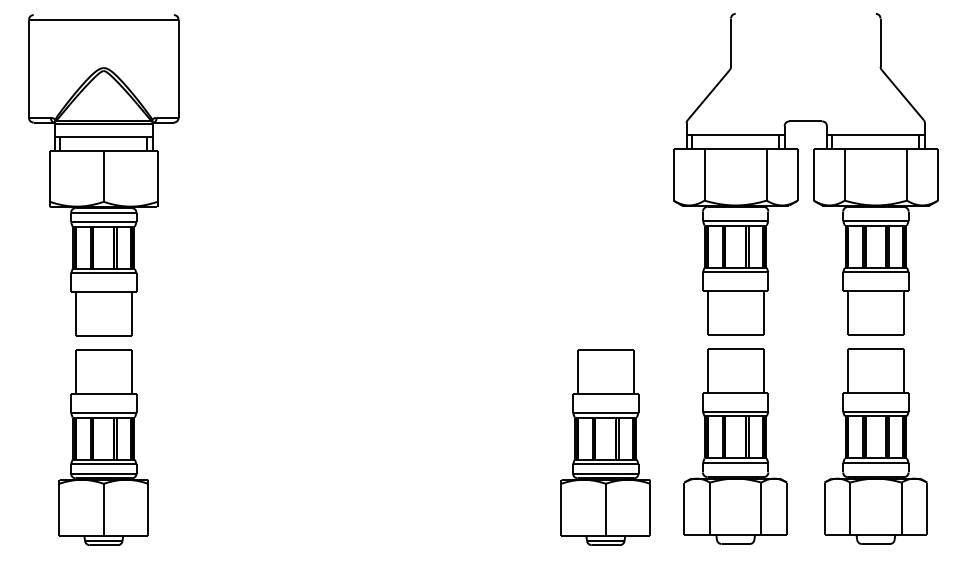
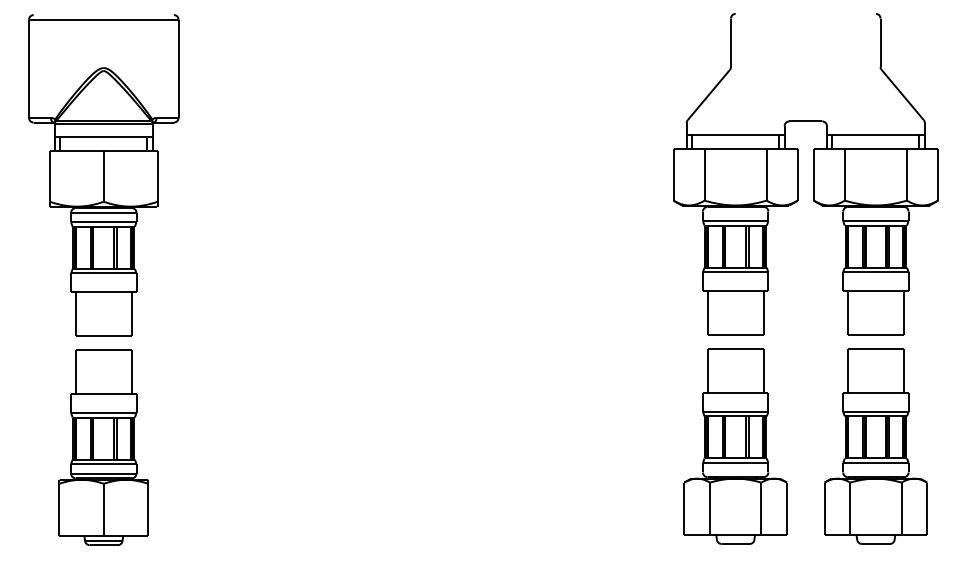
part at (605, 447): present -> none
